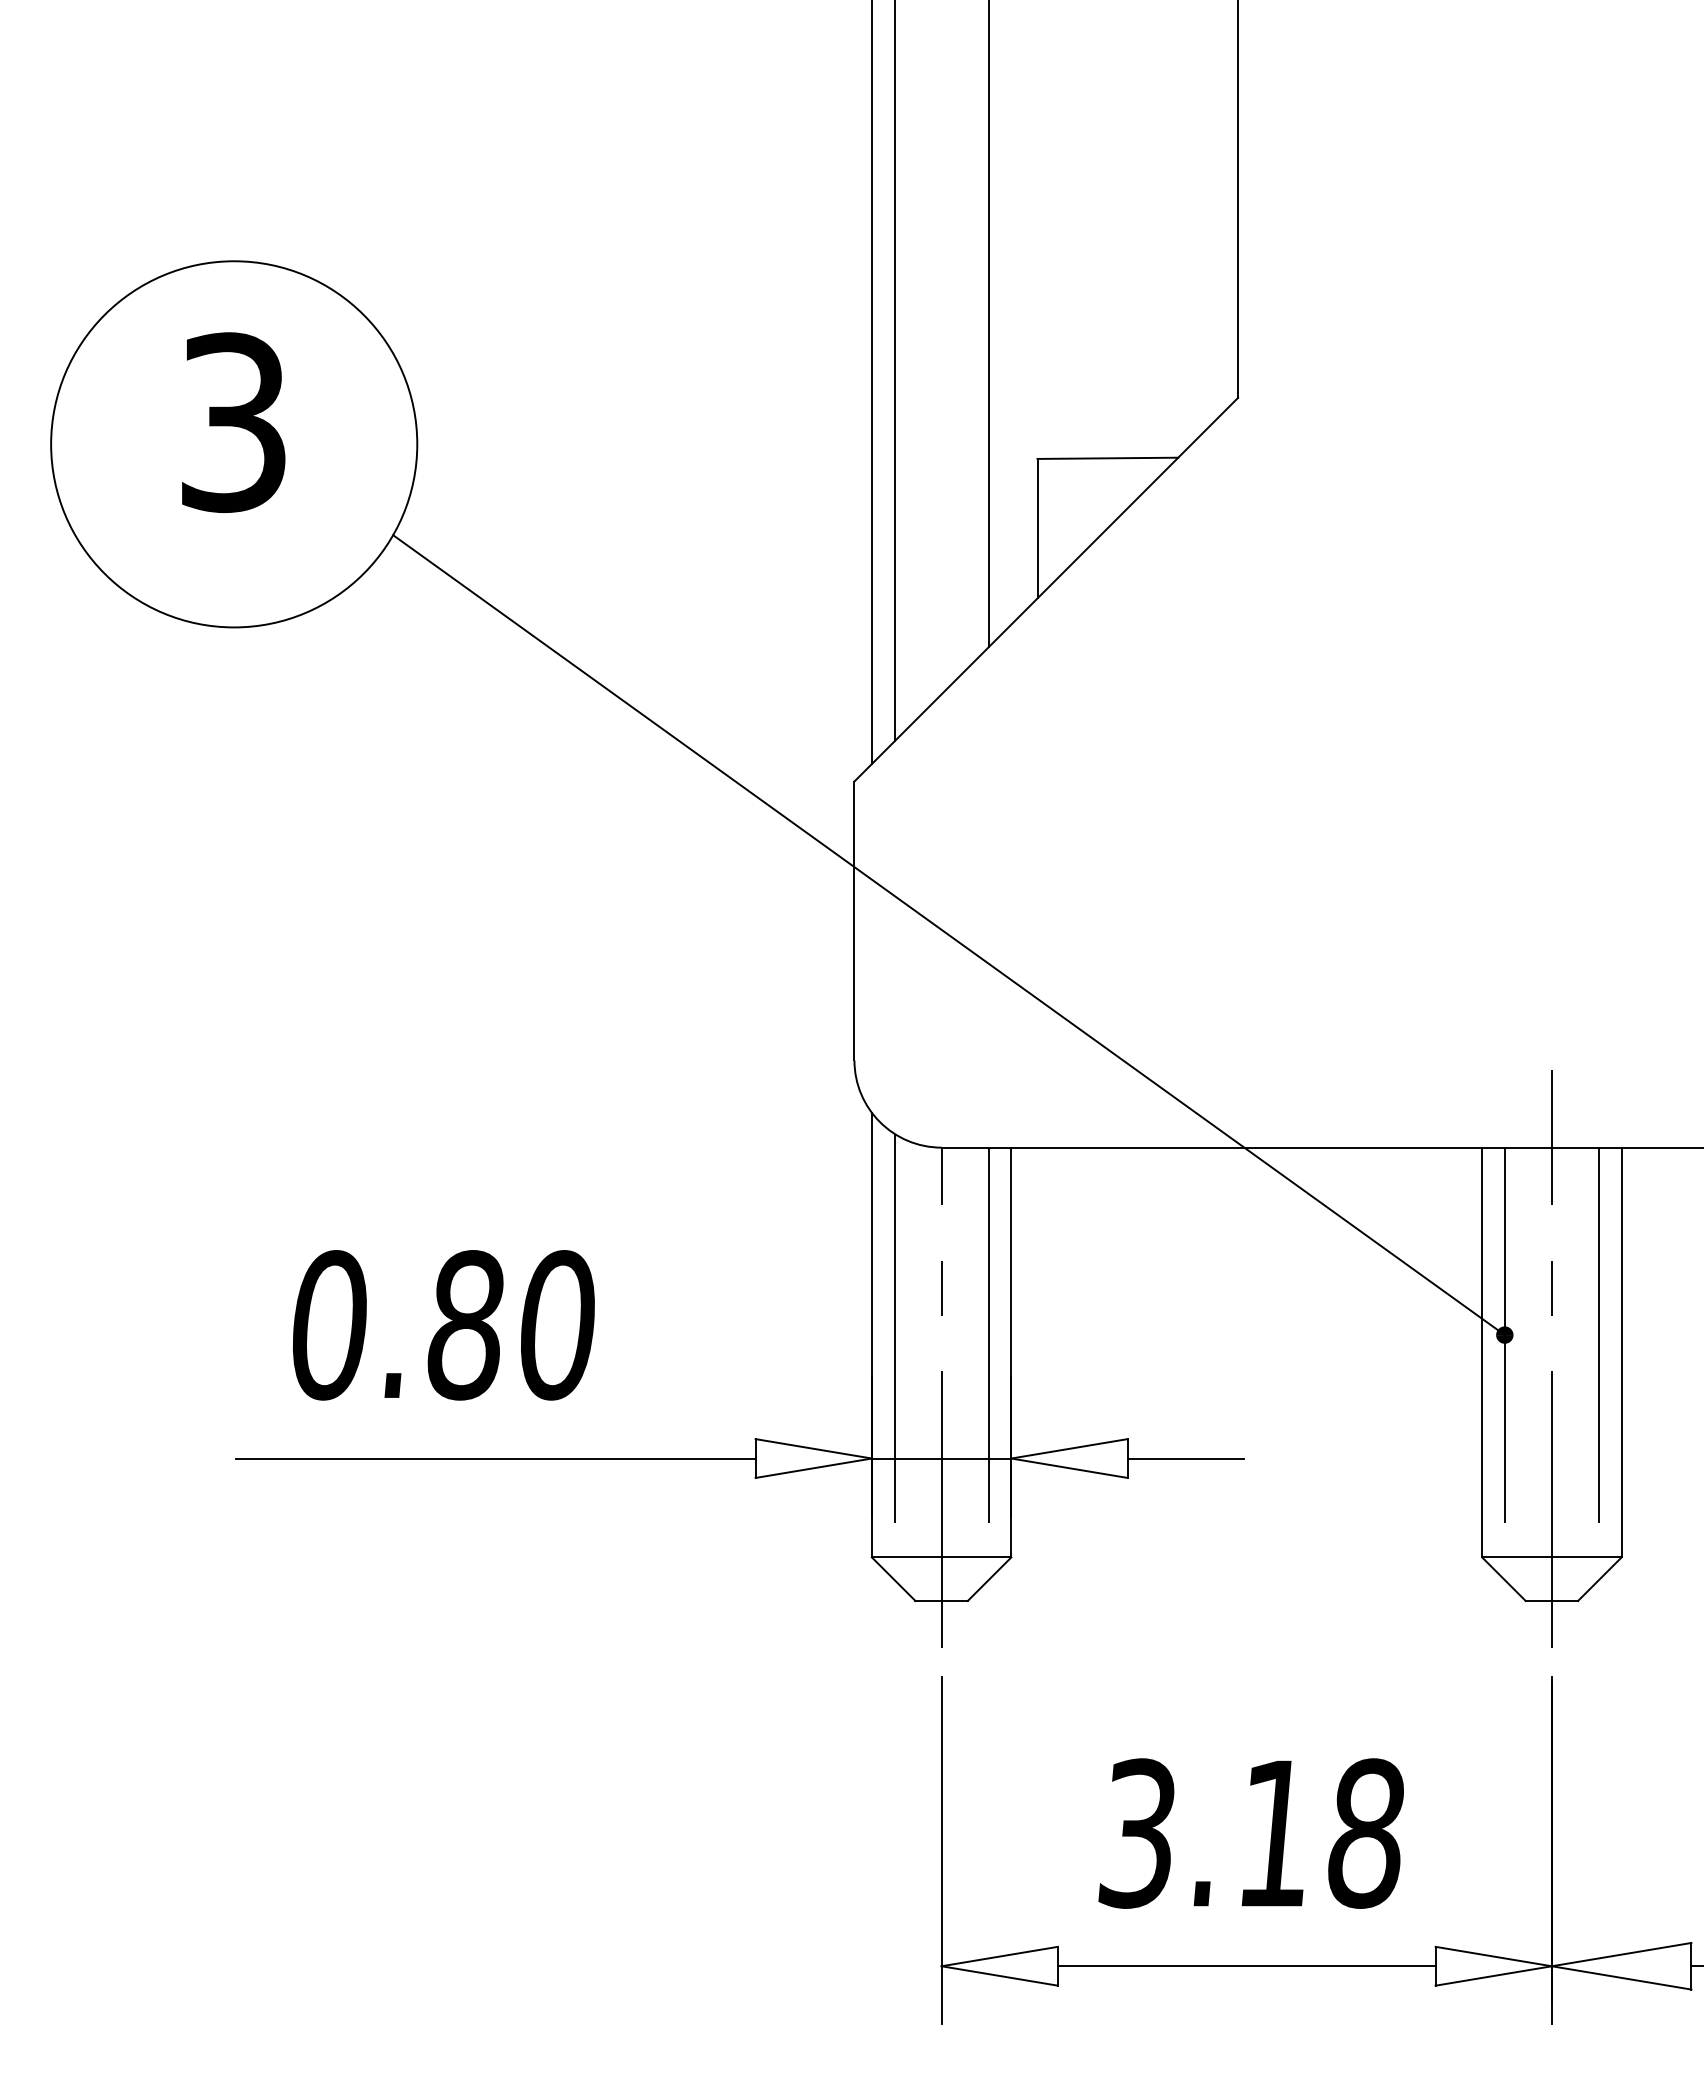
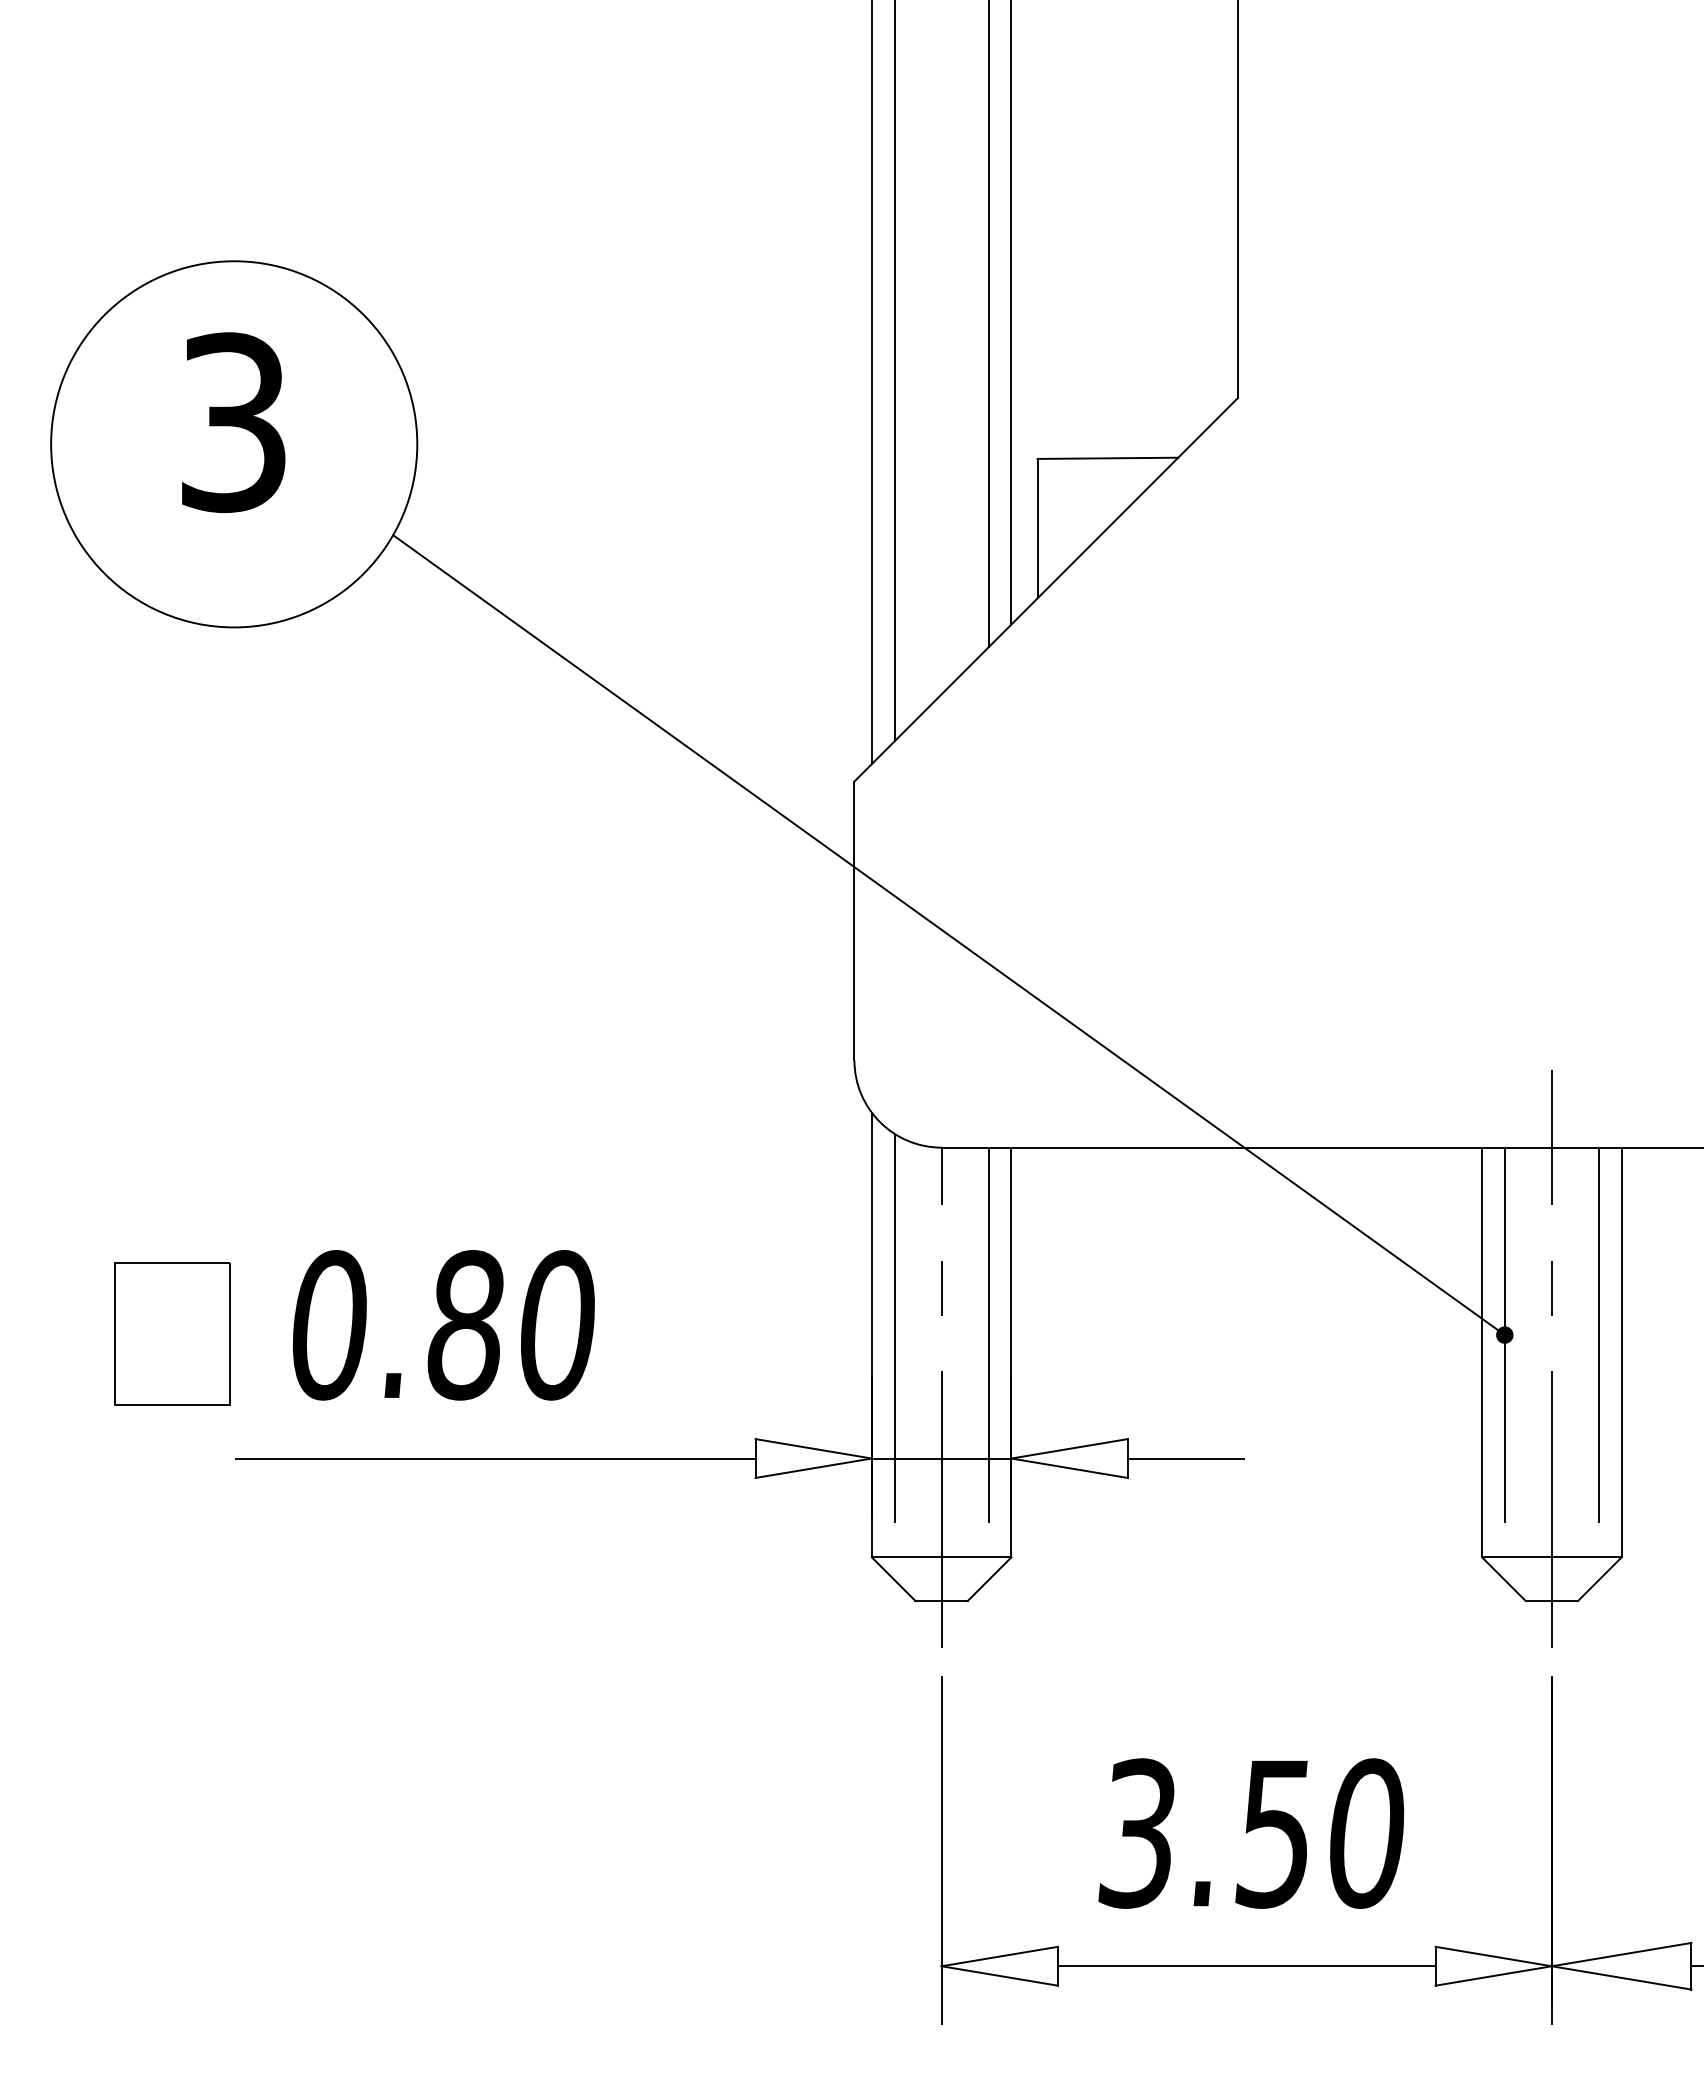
line at (1011, 313): none -> present
part at (172, 1333): none -> present
text at (1319, 1833): 3.18 -> 3.50
